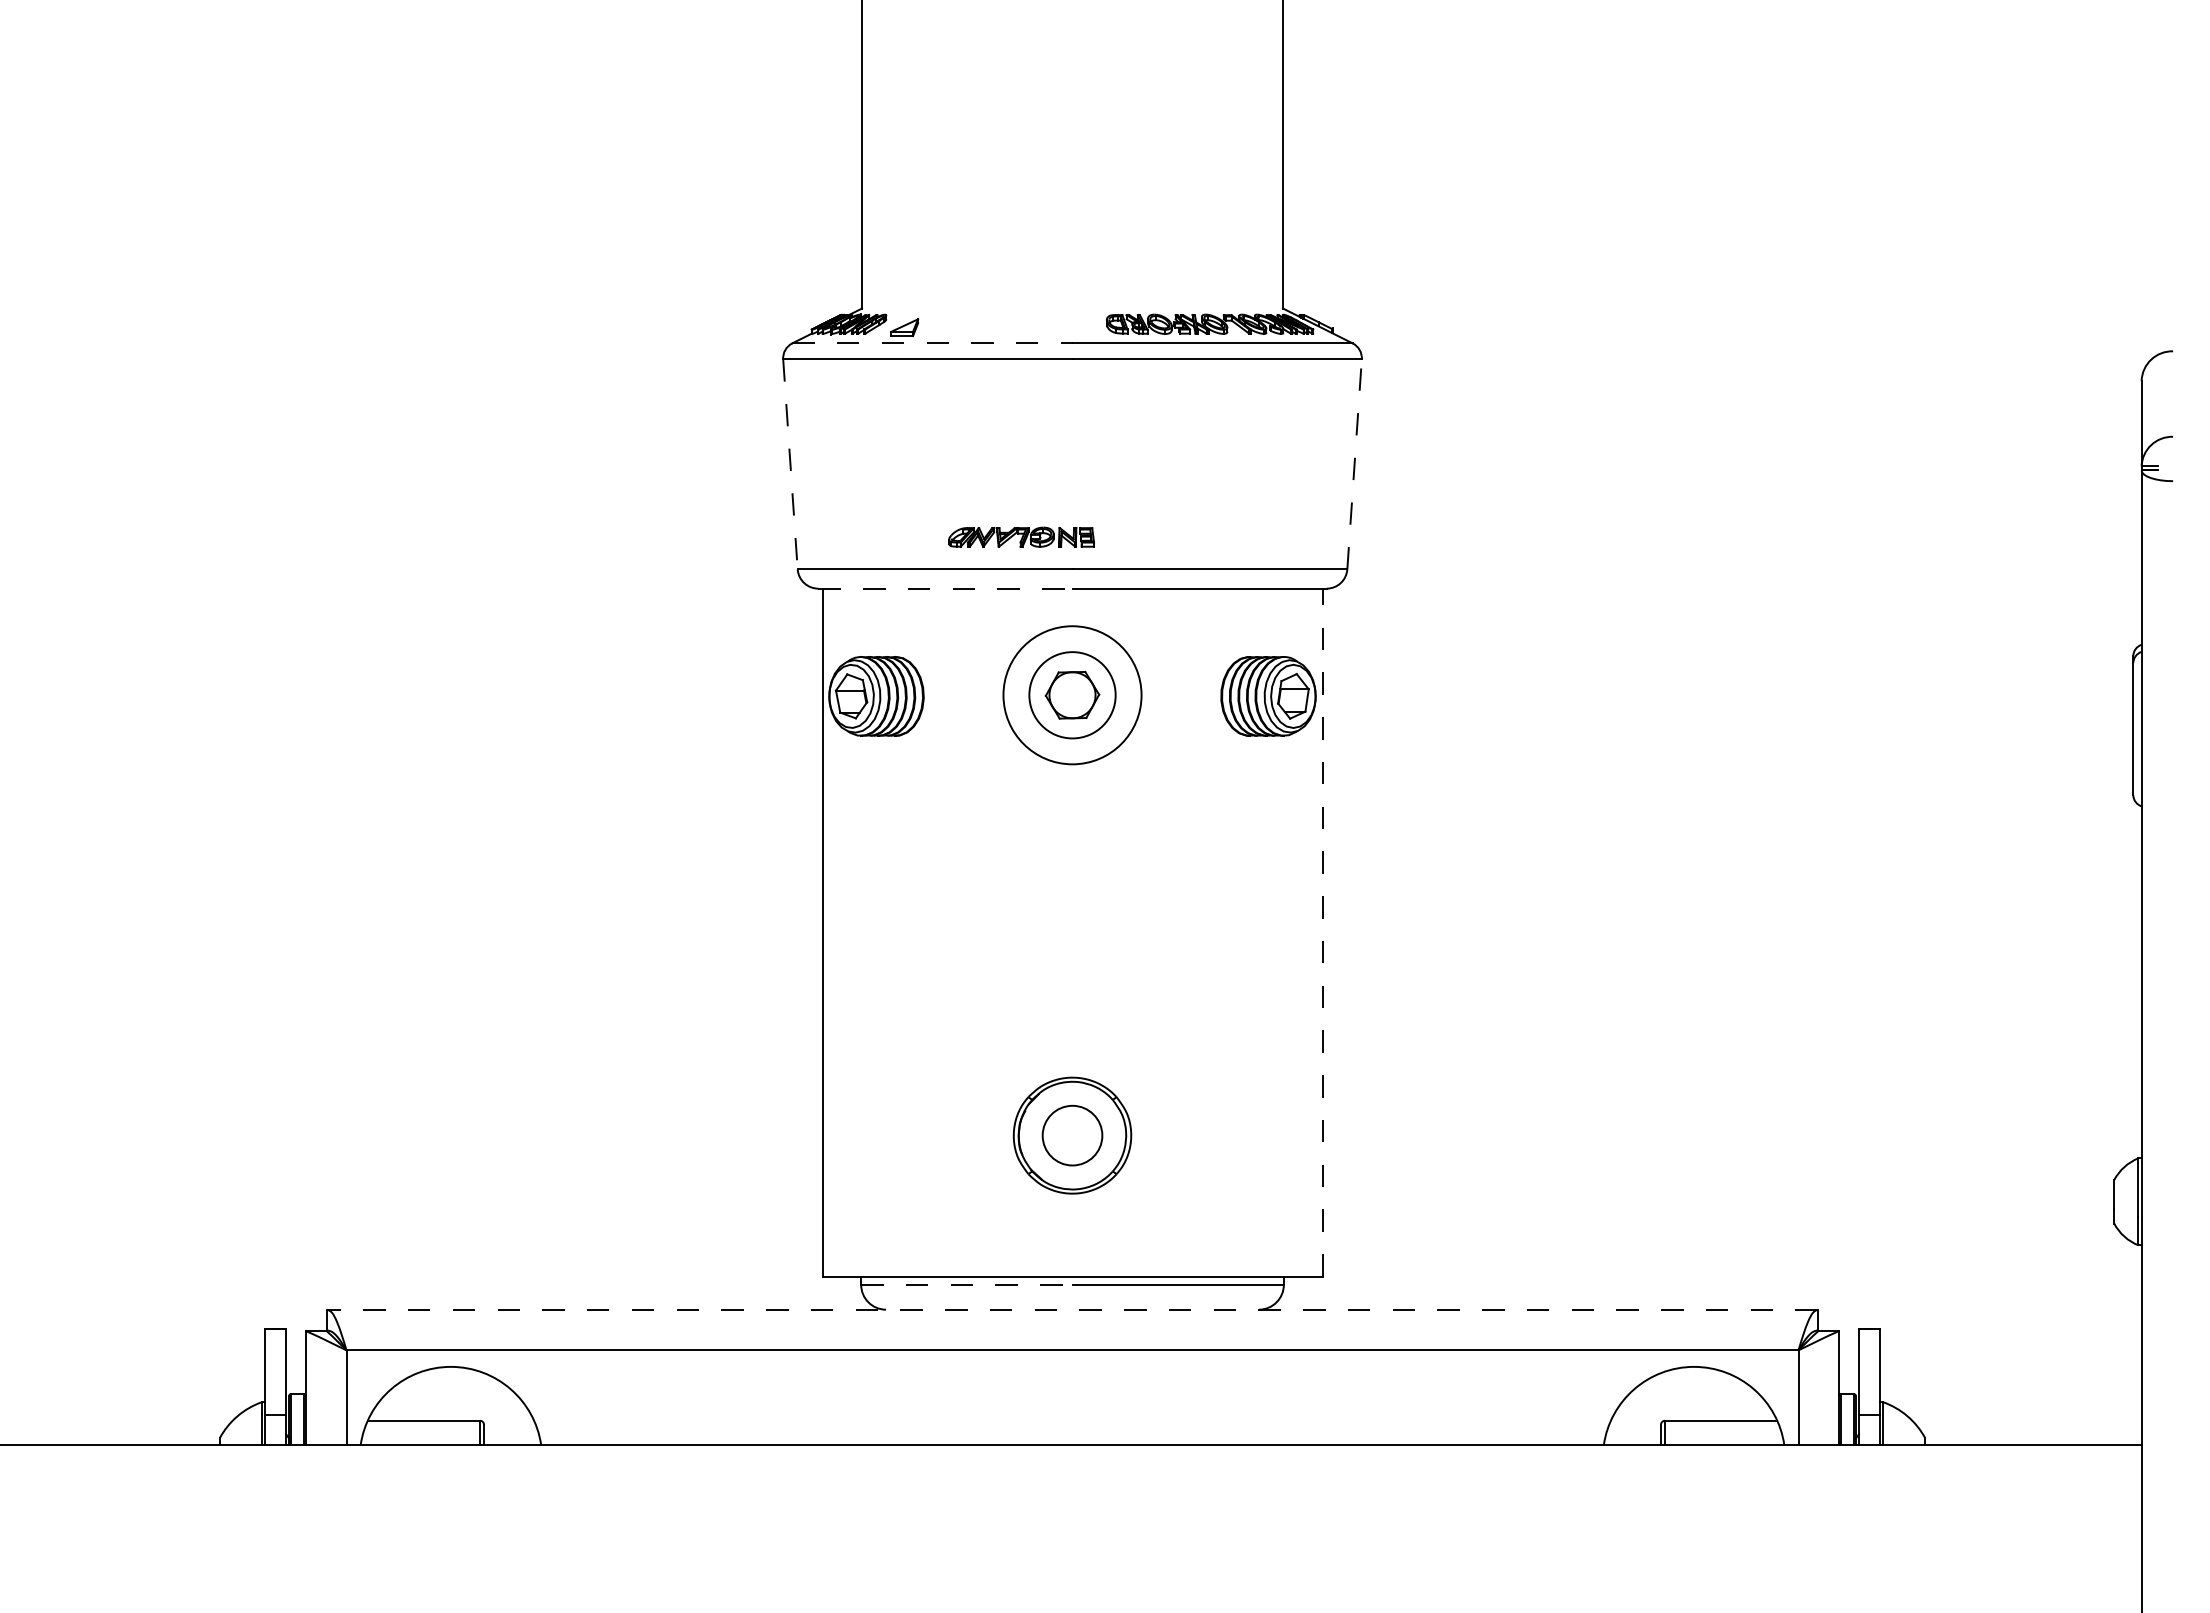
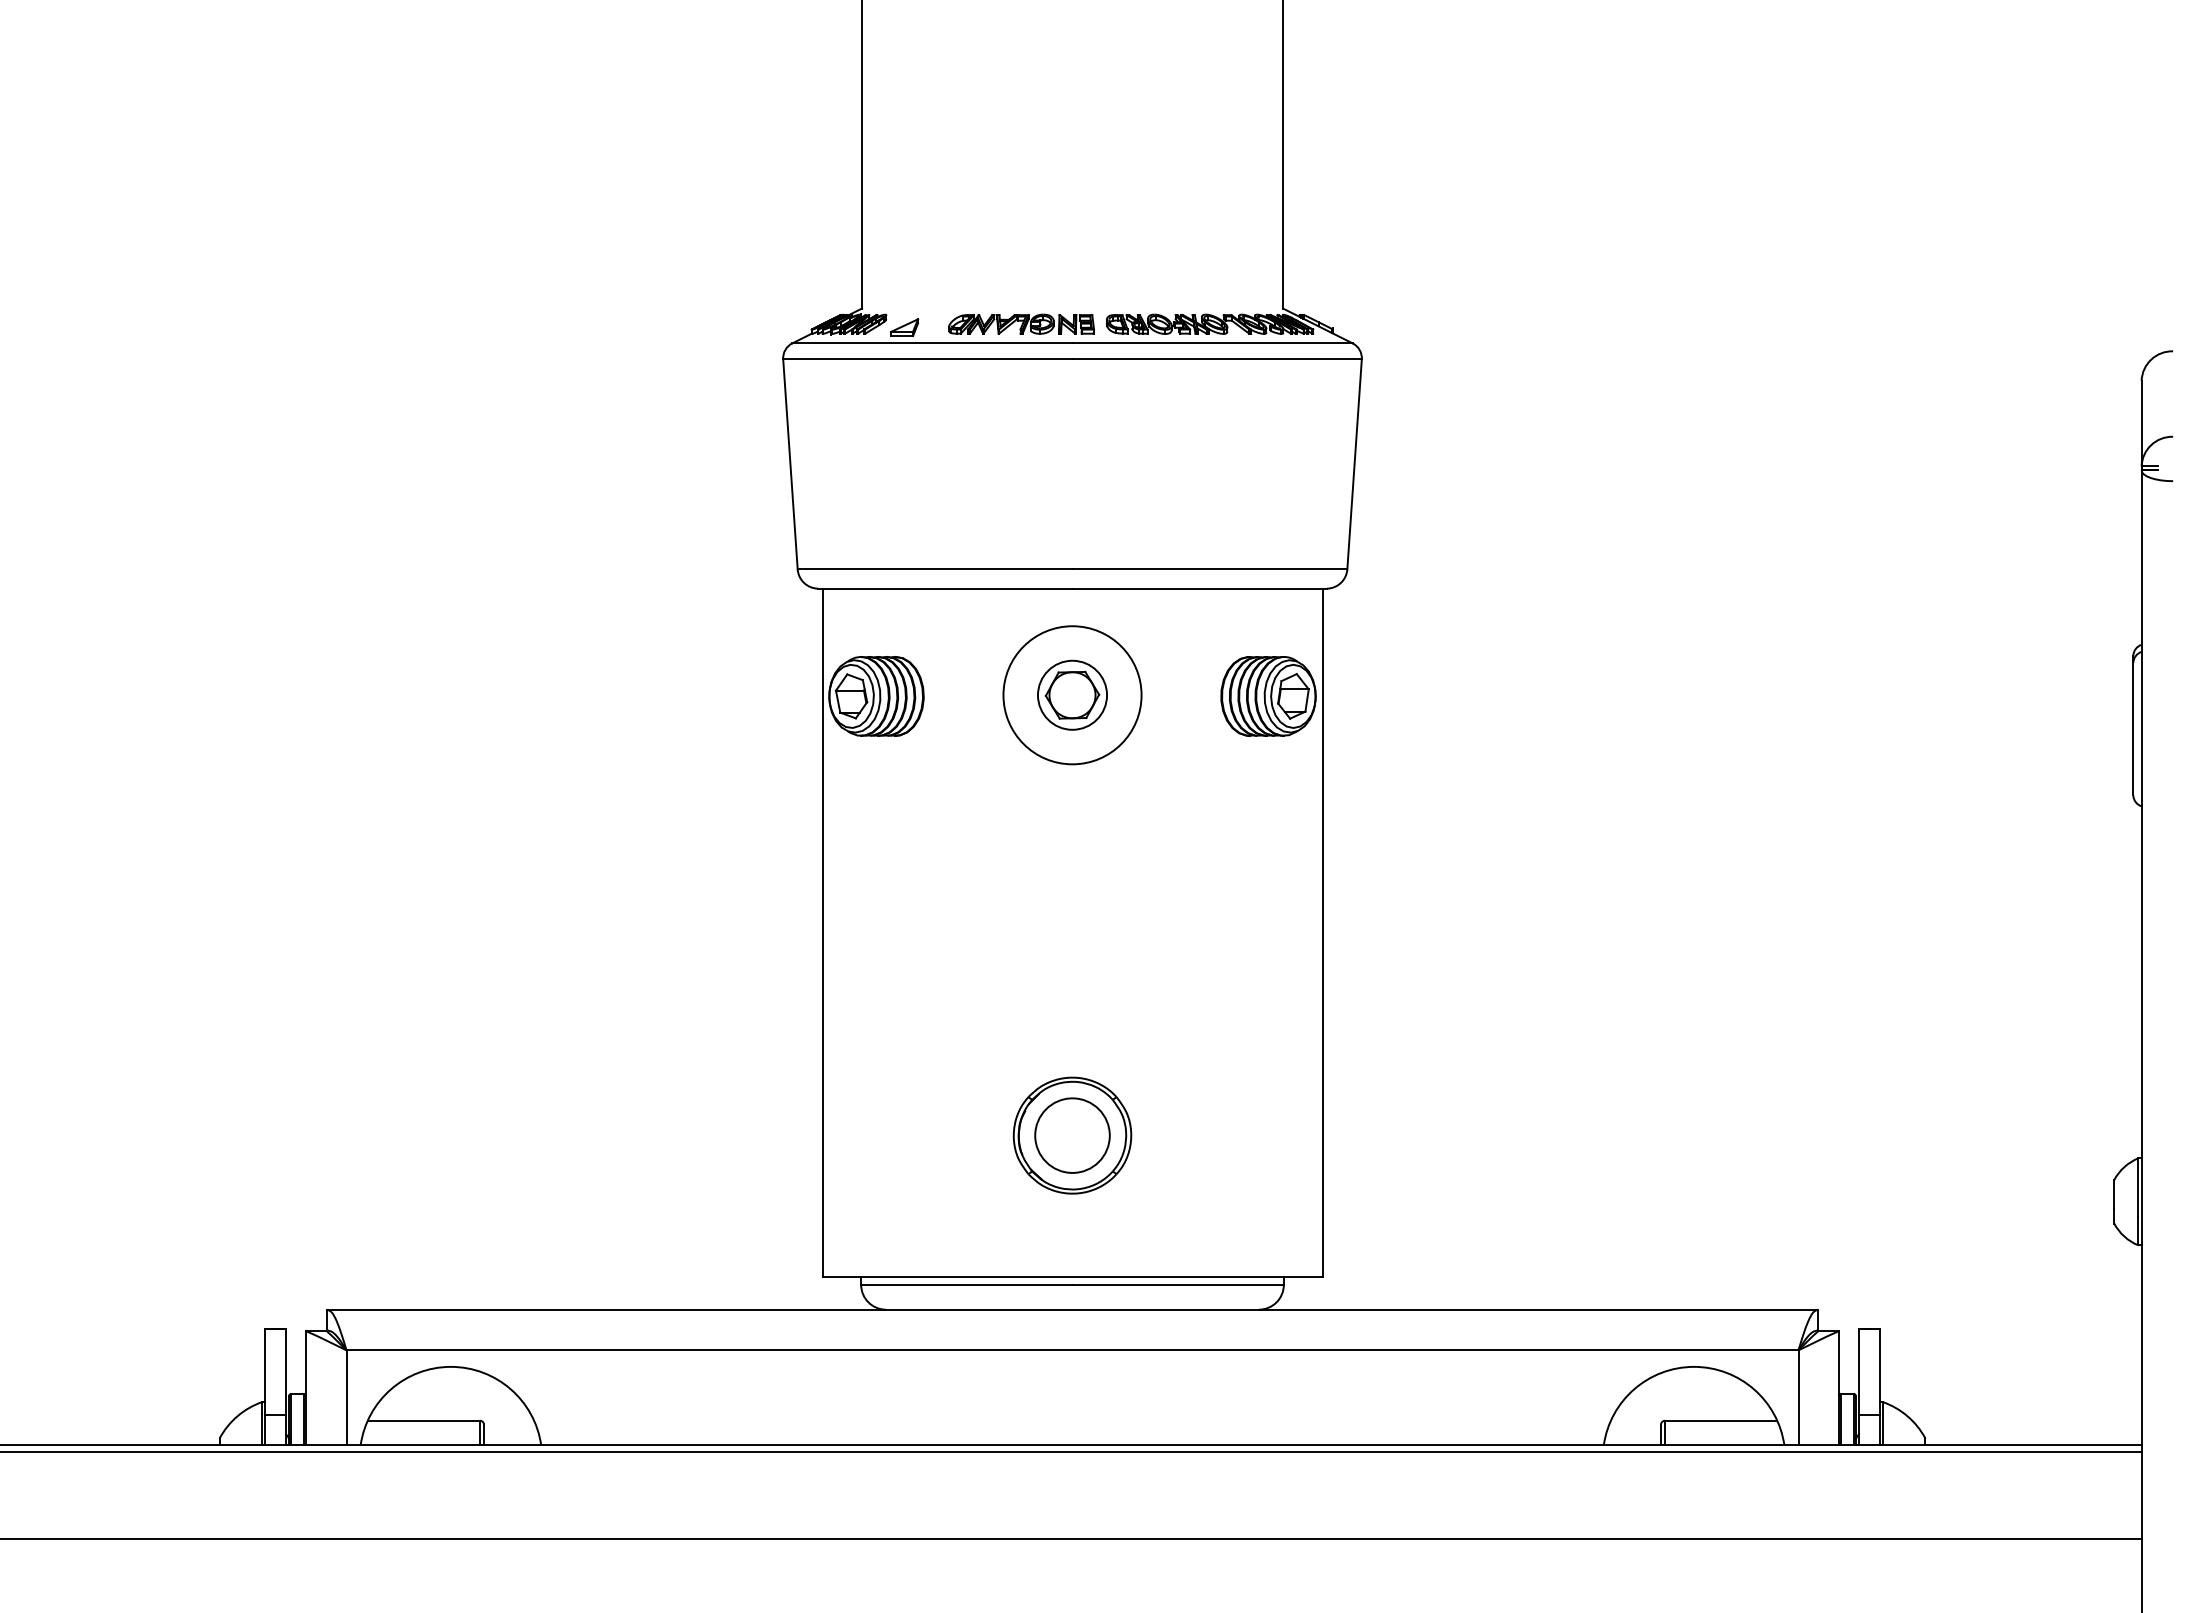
line at (932, 343): dashed -> solid
line at (1354, 463): dashed -> solid
line at (790, 464): dashed -> solid
part at (1021, 536) position: (1021, 536) -> (1021, 323)
line at (945, 588): dashed -> solid
circle at (1072, 695) diameter: 86 px -> 69 px
line at (1322, 932): dashed -> solid
circle at (1072, 1135) diameter: 60 px -> 75 px
line at (966, 1284): dashed -> solid
line at (1072, 1309): dashed -> solid
line at (1071, 1452): none -> present
line at (1071, 1538): none -> present
